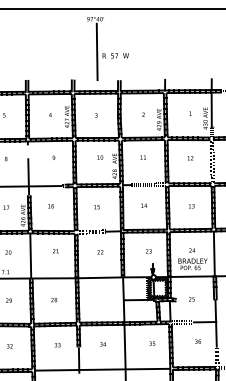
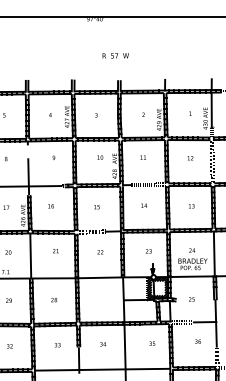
line at (112, 8) position: (112, 8) -> (112, 16)
line at (96, 51): present -> none
